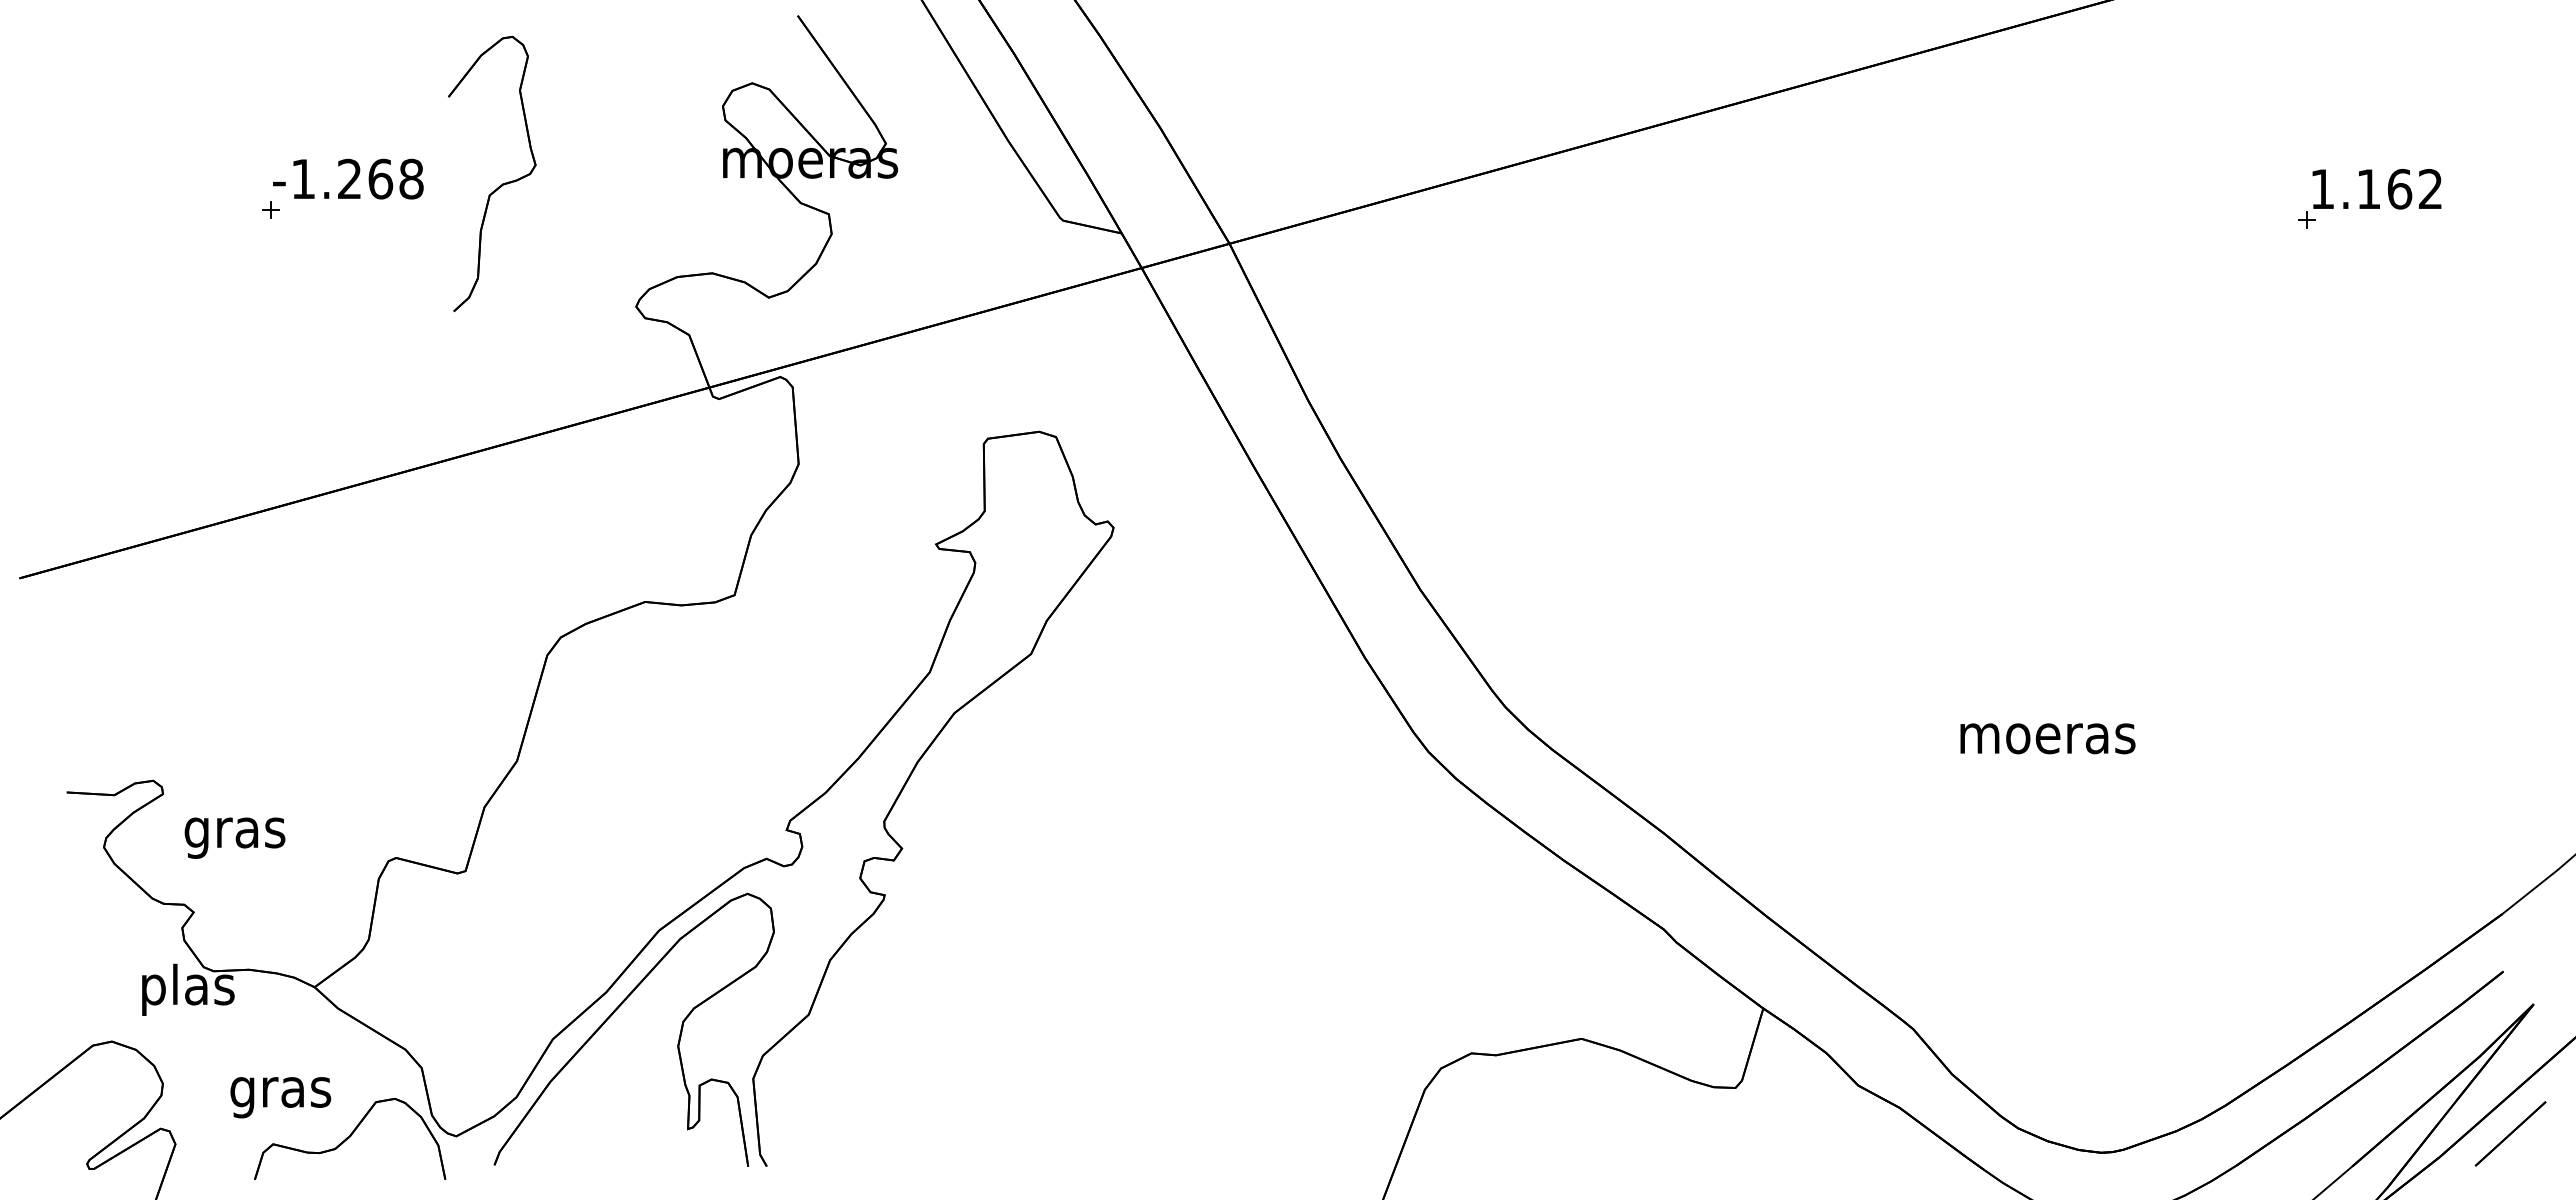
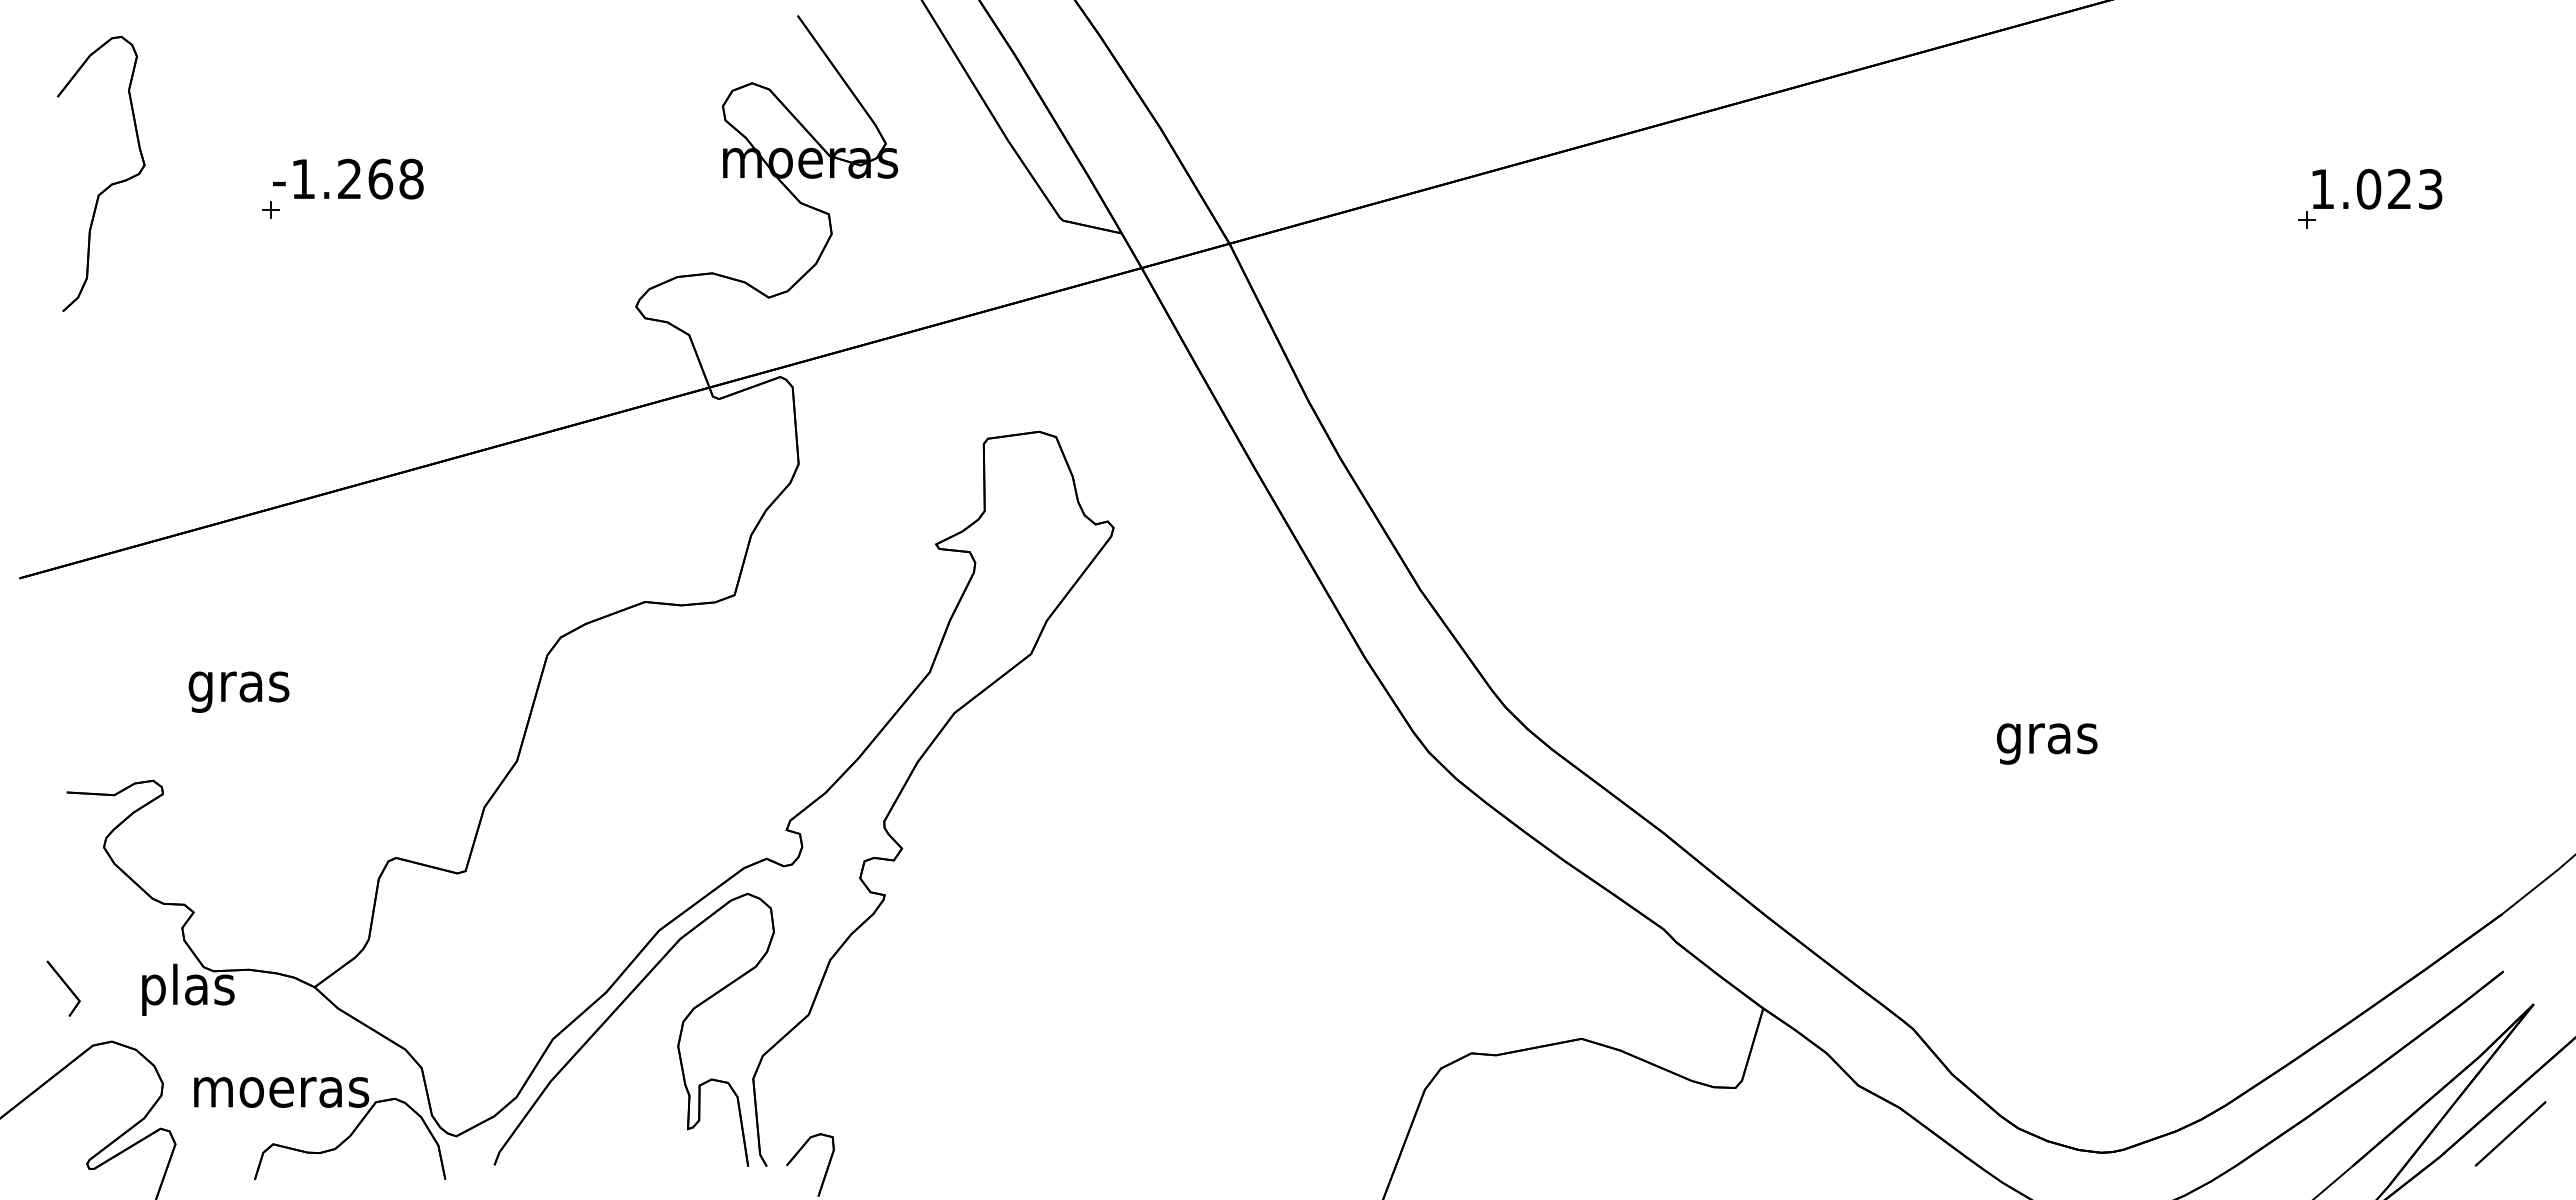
part at (502, 183) position: (502, 183) -> (111, 183)
text at (2399, 188): 1.162 -> 1.023
text at (2047, 743): moeras -> gras
text at (234, 837) position: (234, 837) -> (238, 691)
part at (63, 988): none -> present
text at (281, 1097): gras -> moeras
part at (799, 1152): none -> present
